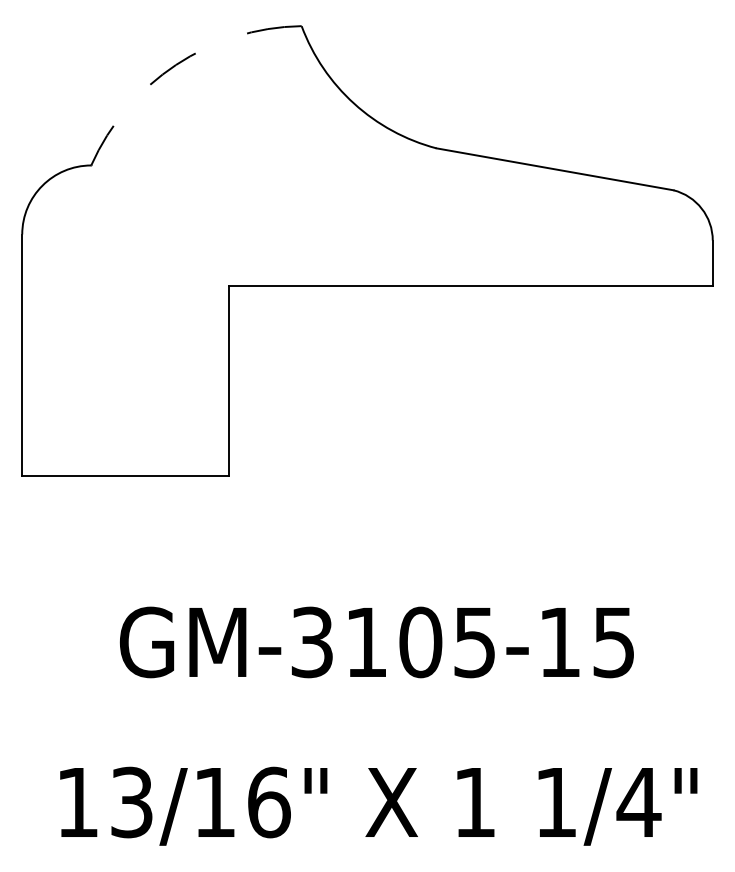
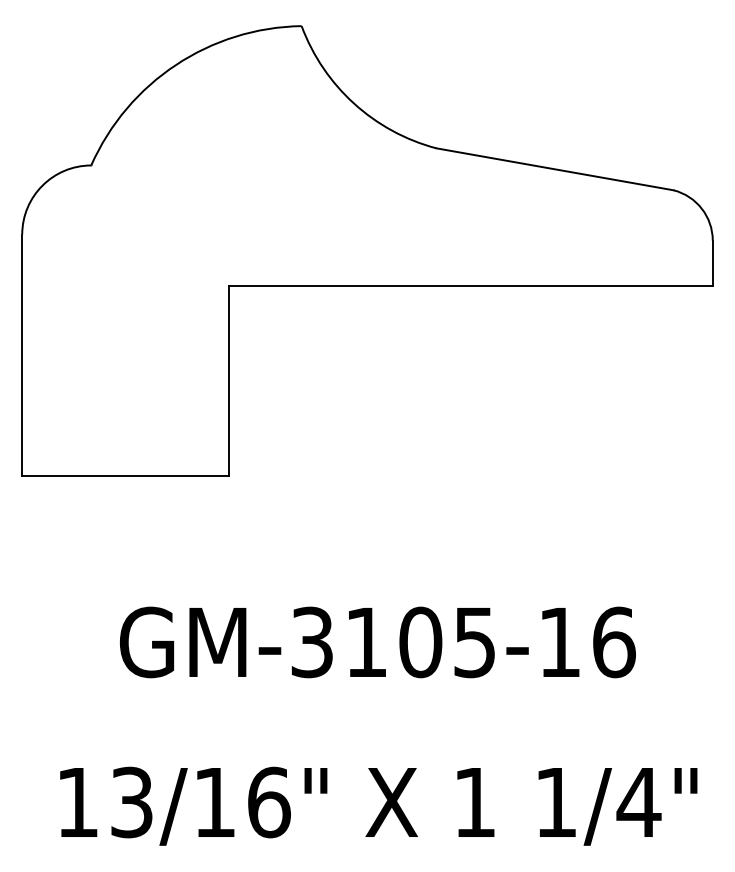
arc at (176, 64): dashed -> solid
text at (614, 642): GM-3105-15 -> GM-3105-16
